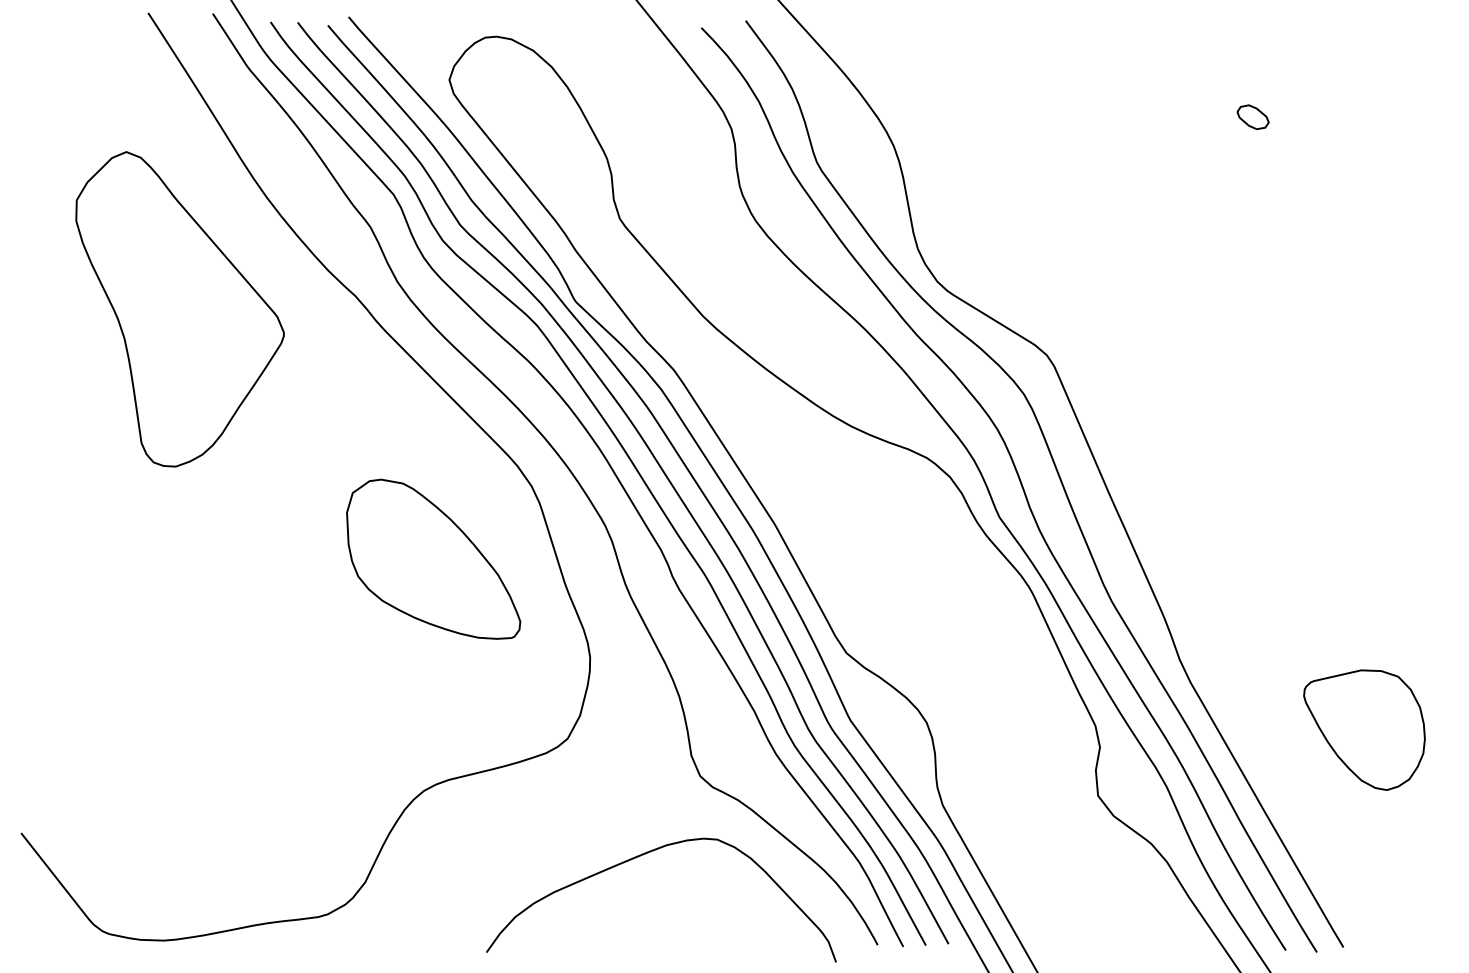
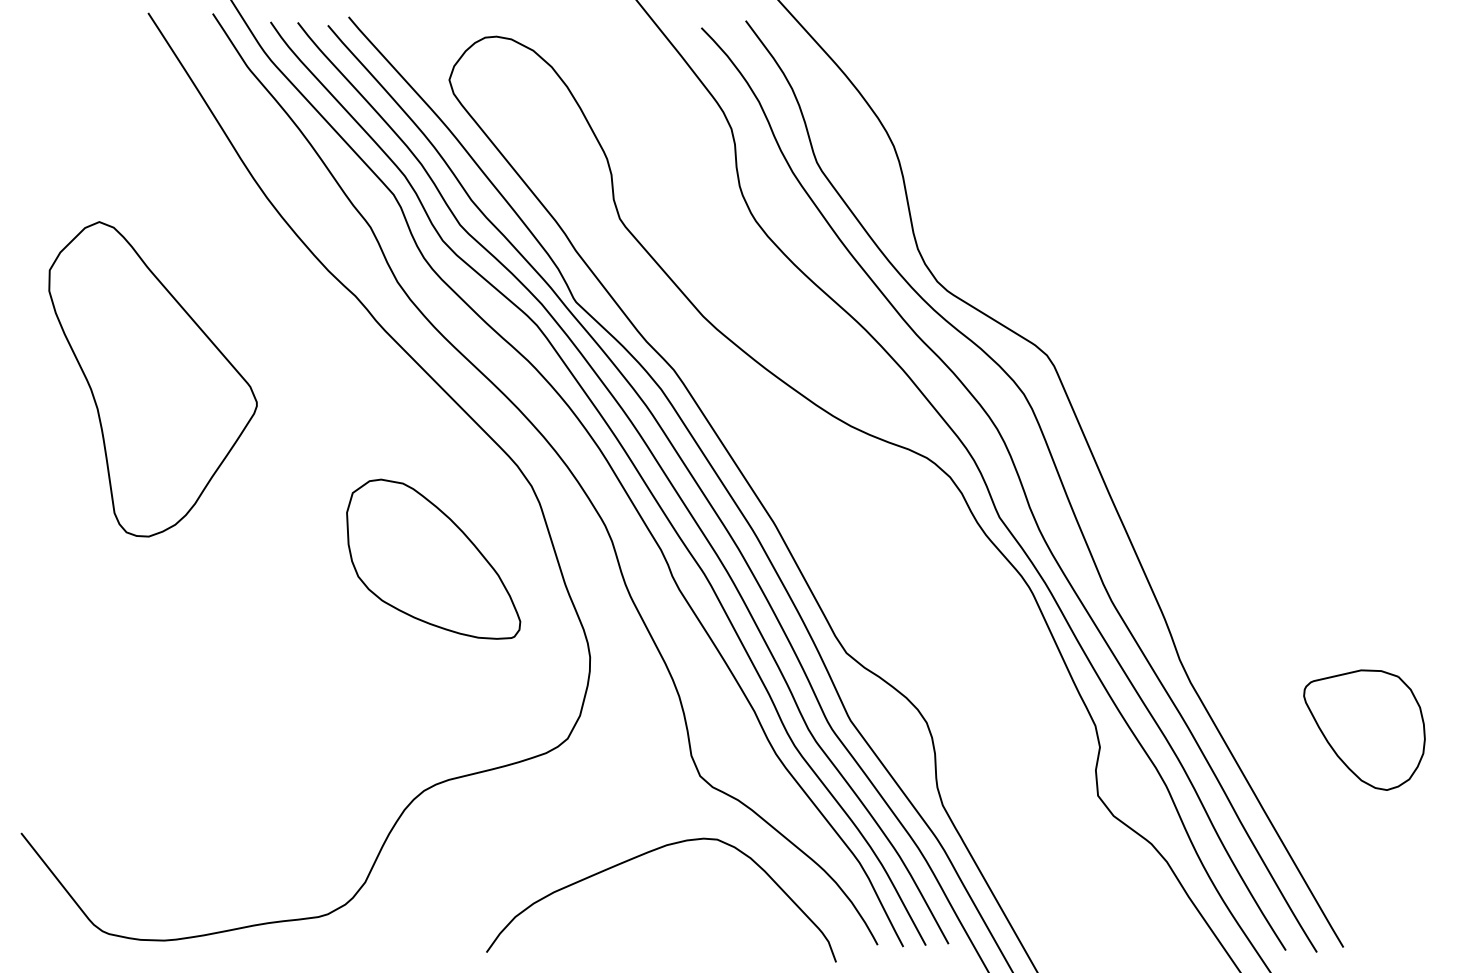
part at (1252, 117): present -> none
part at (179, 309) position: (179, 309) -> (152, 379)
